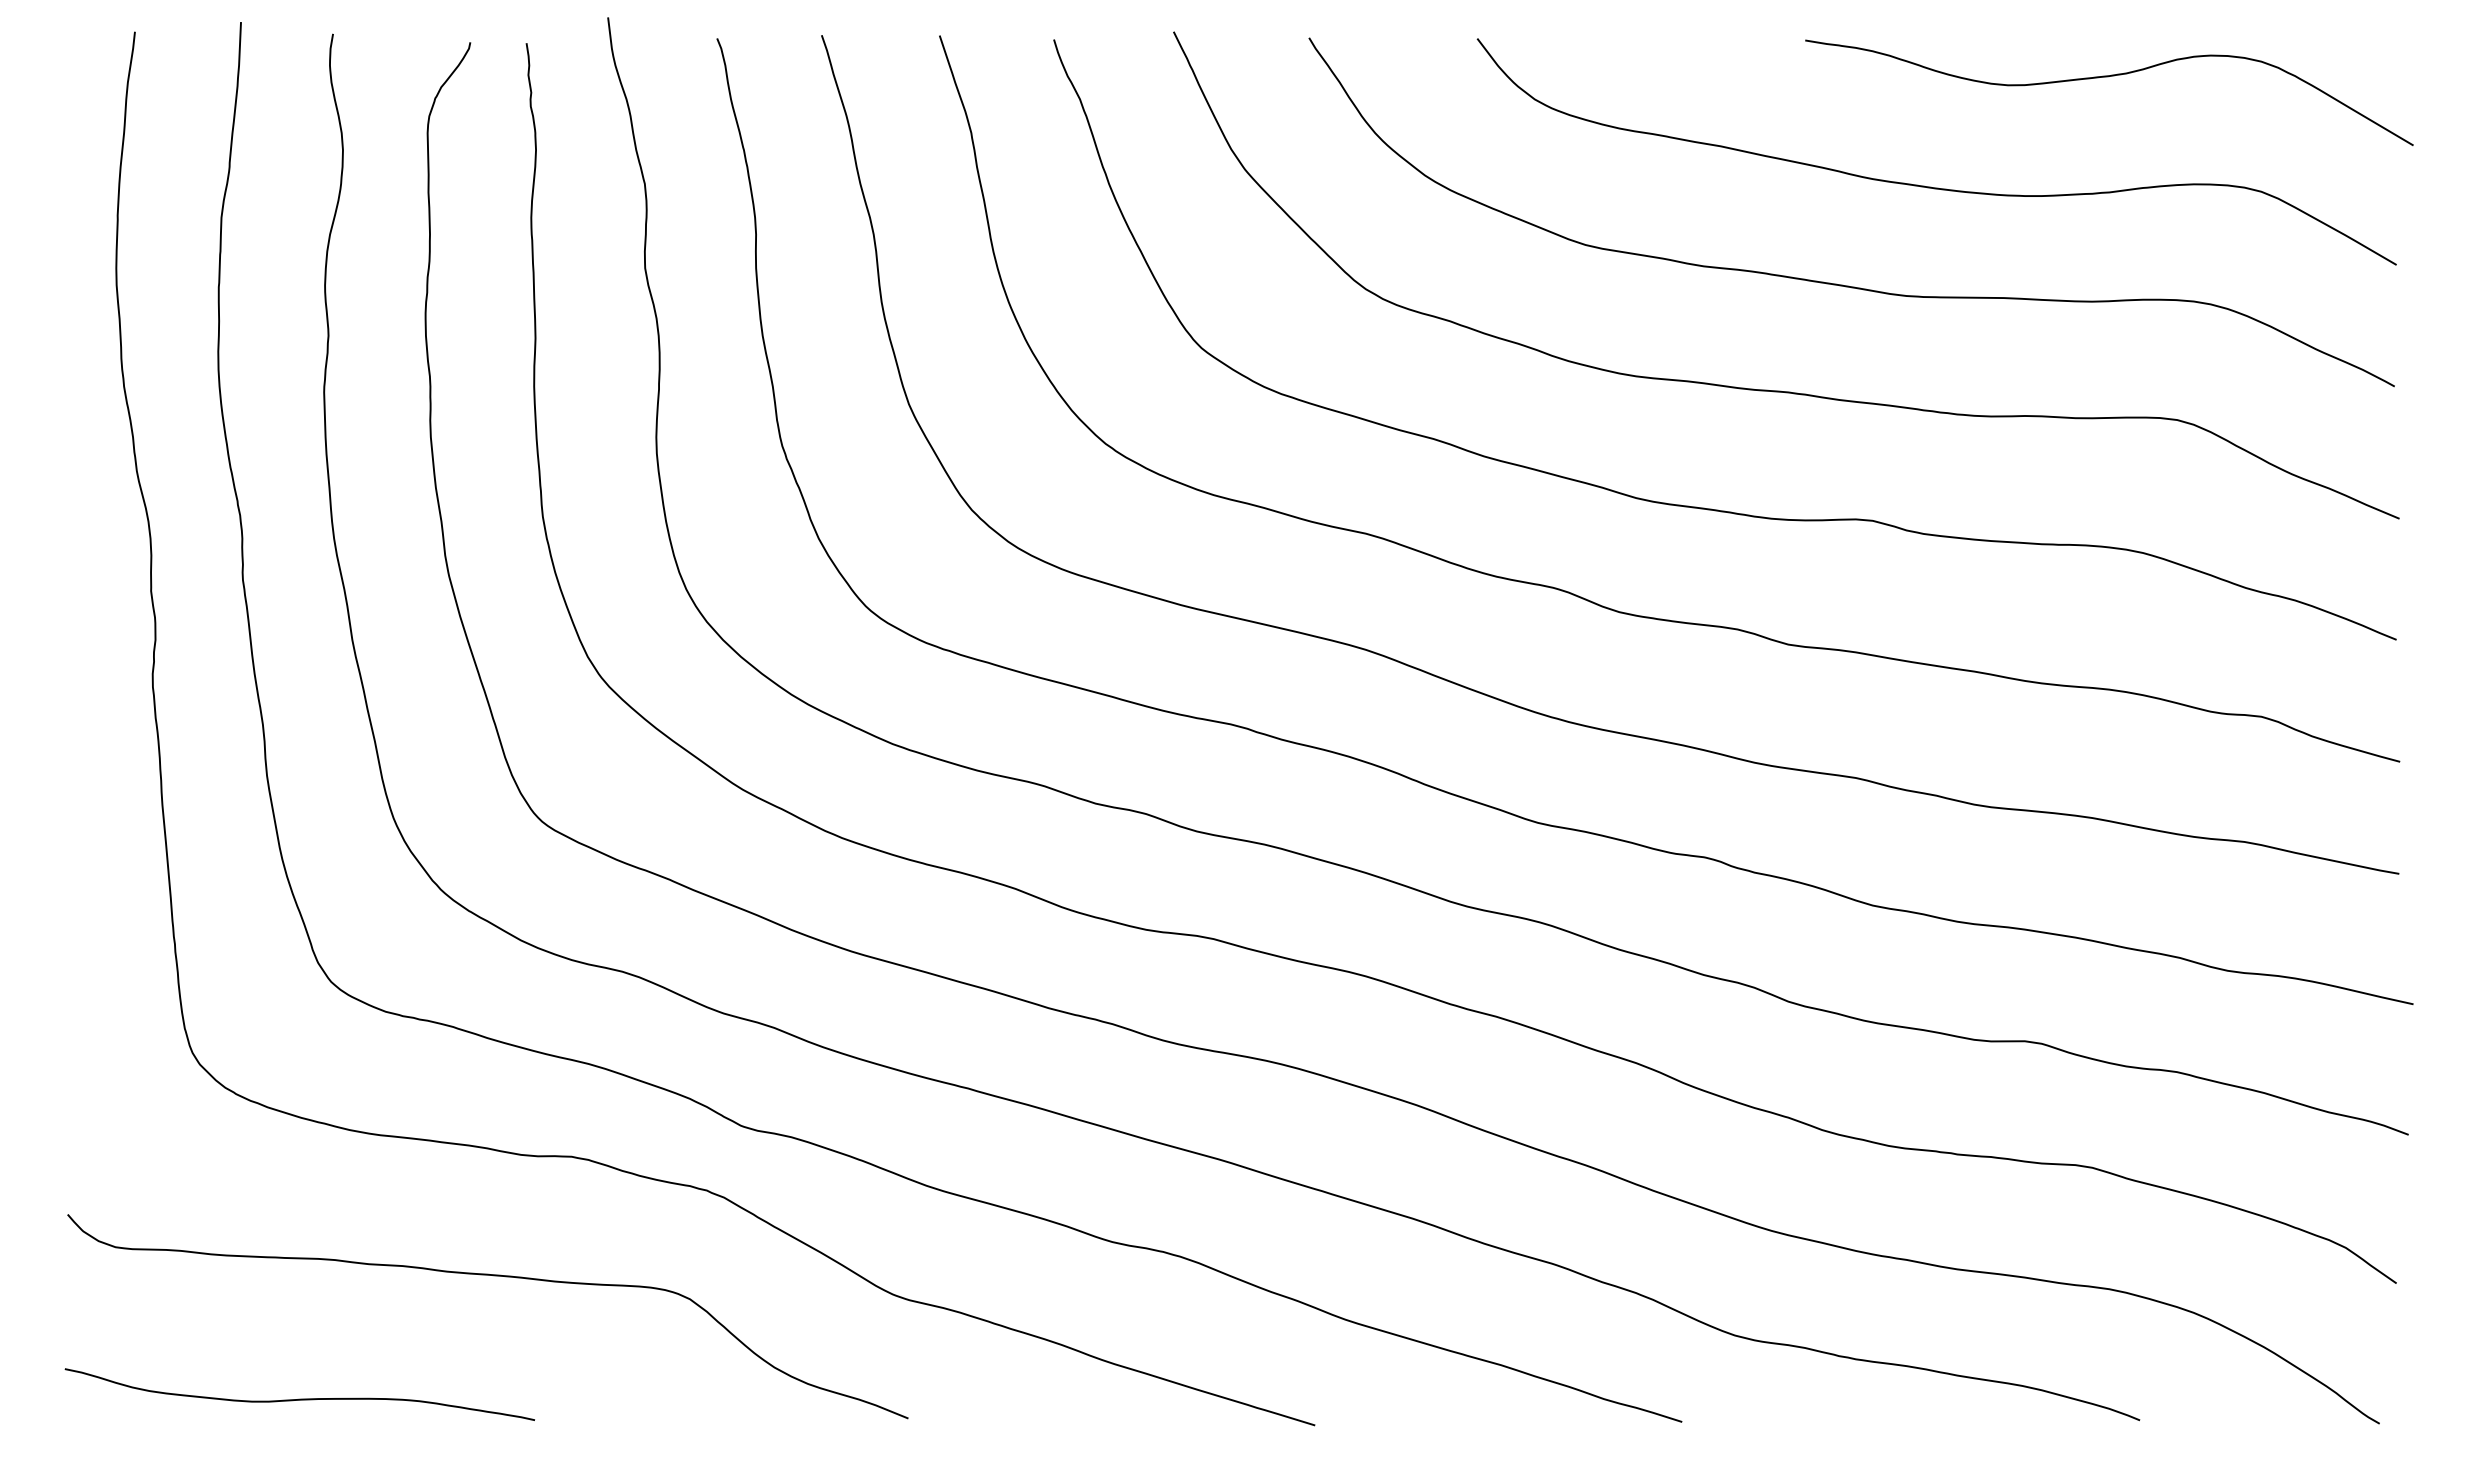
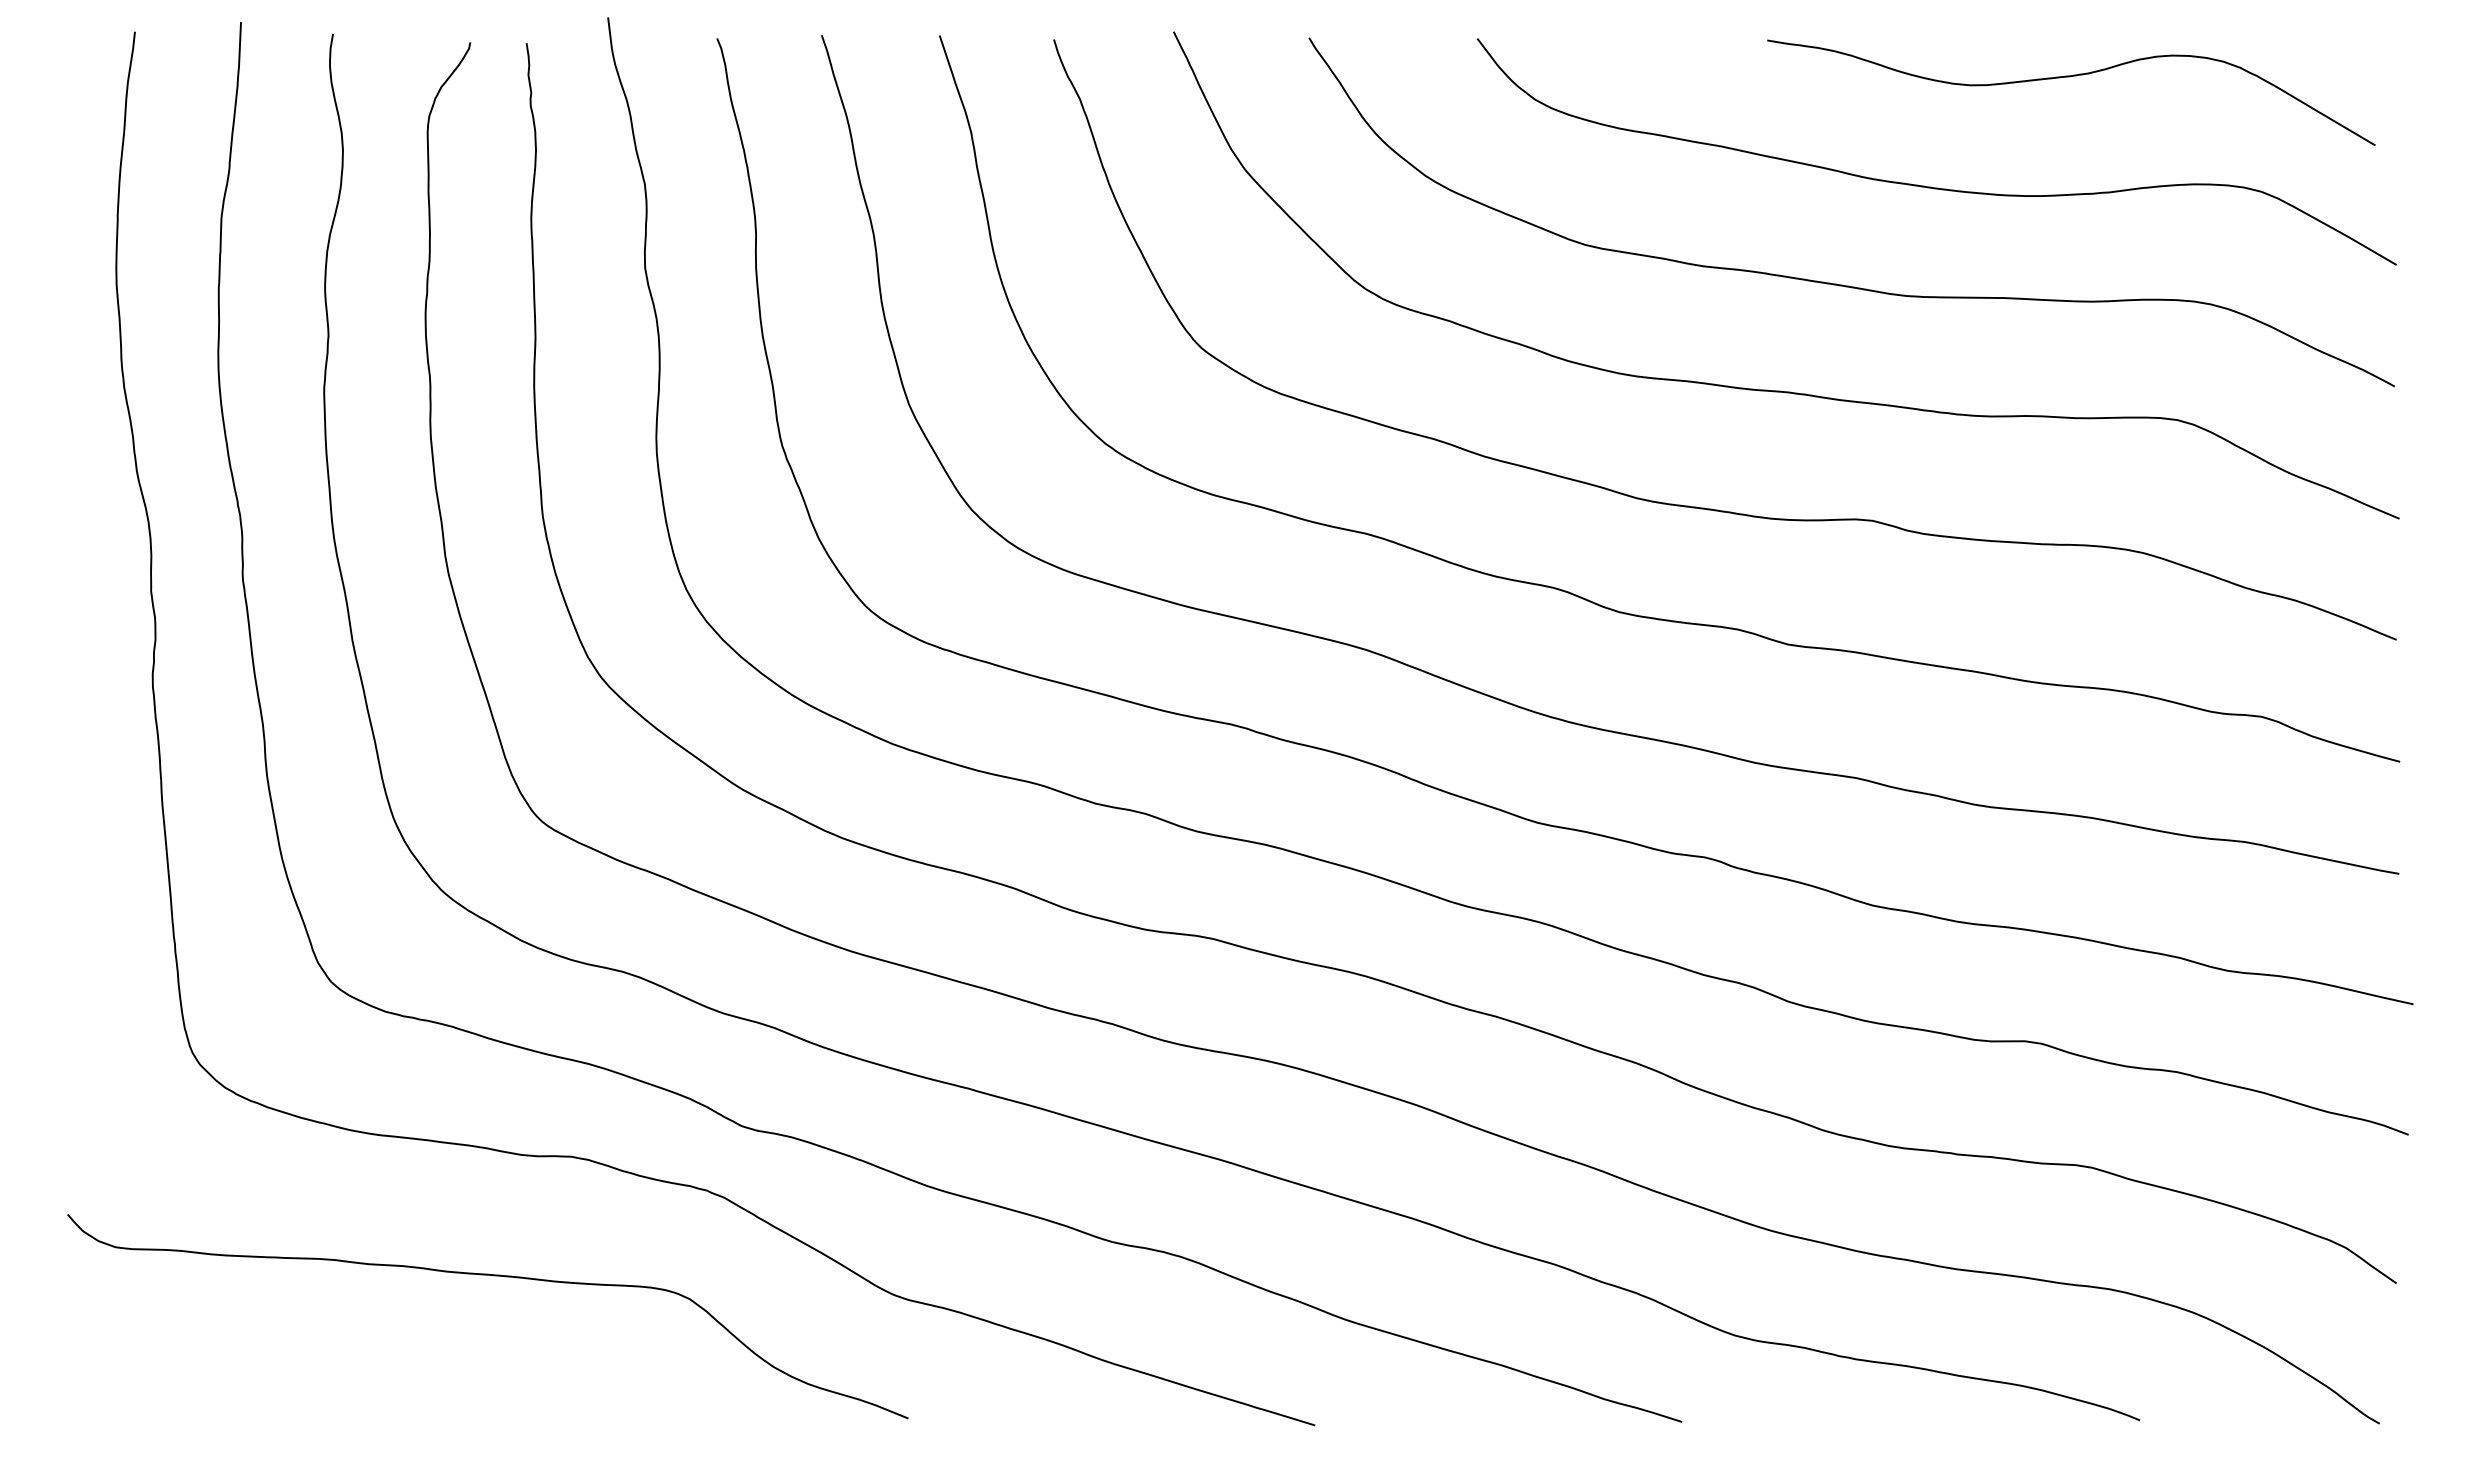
curve at (2108, 77) position: (2108, 77) -> (2070, 77)
curve at (299, 1398): present -> none
